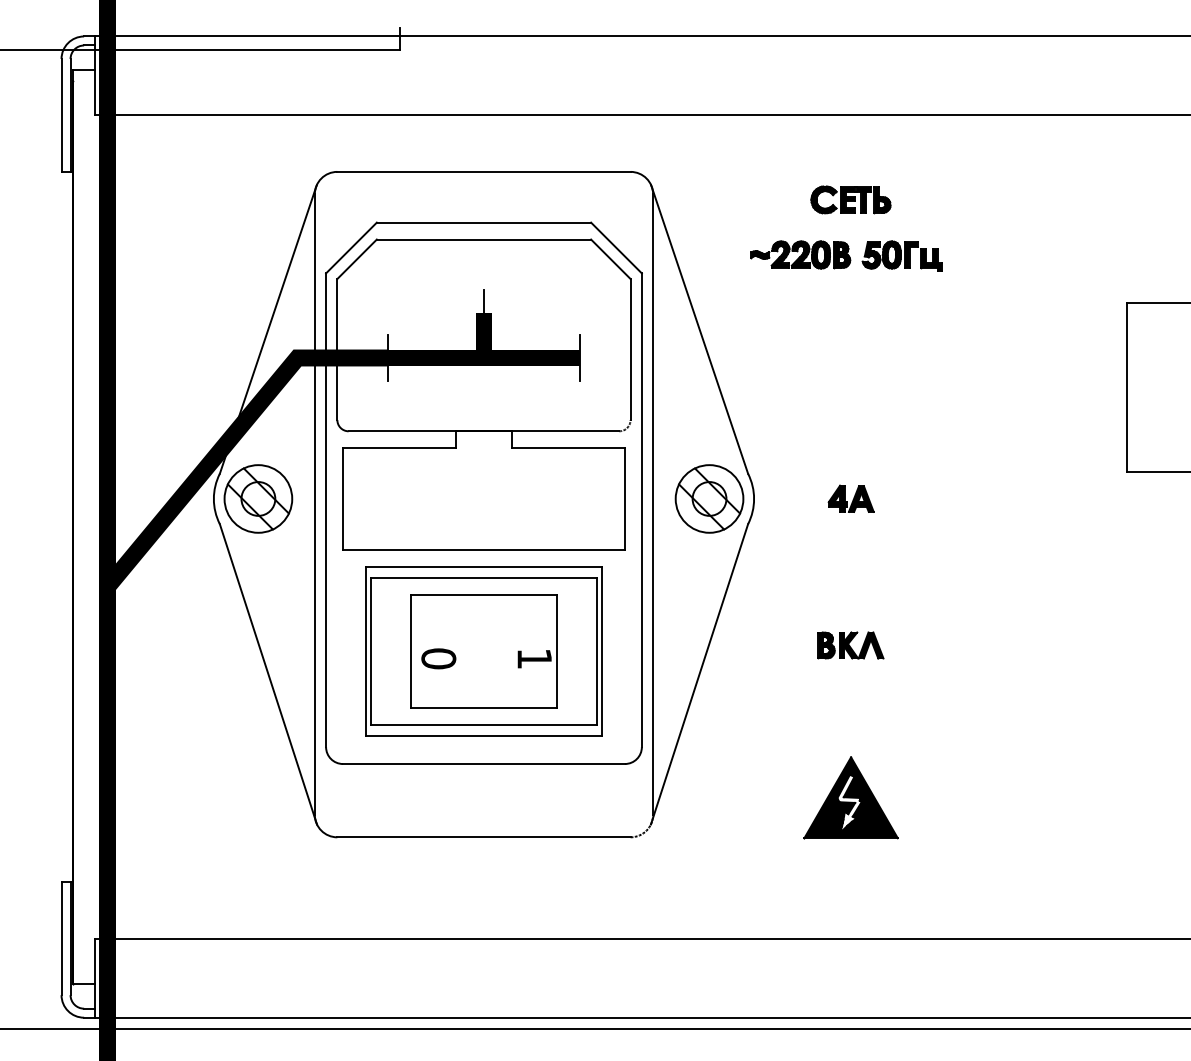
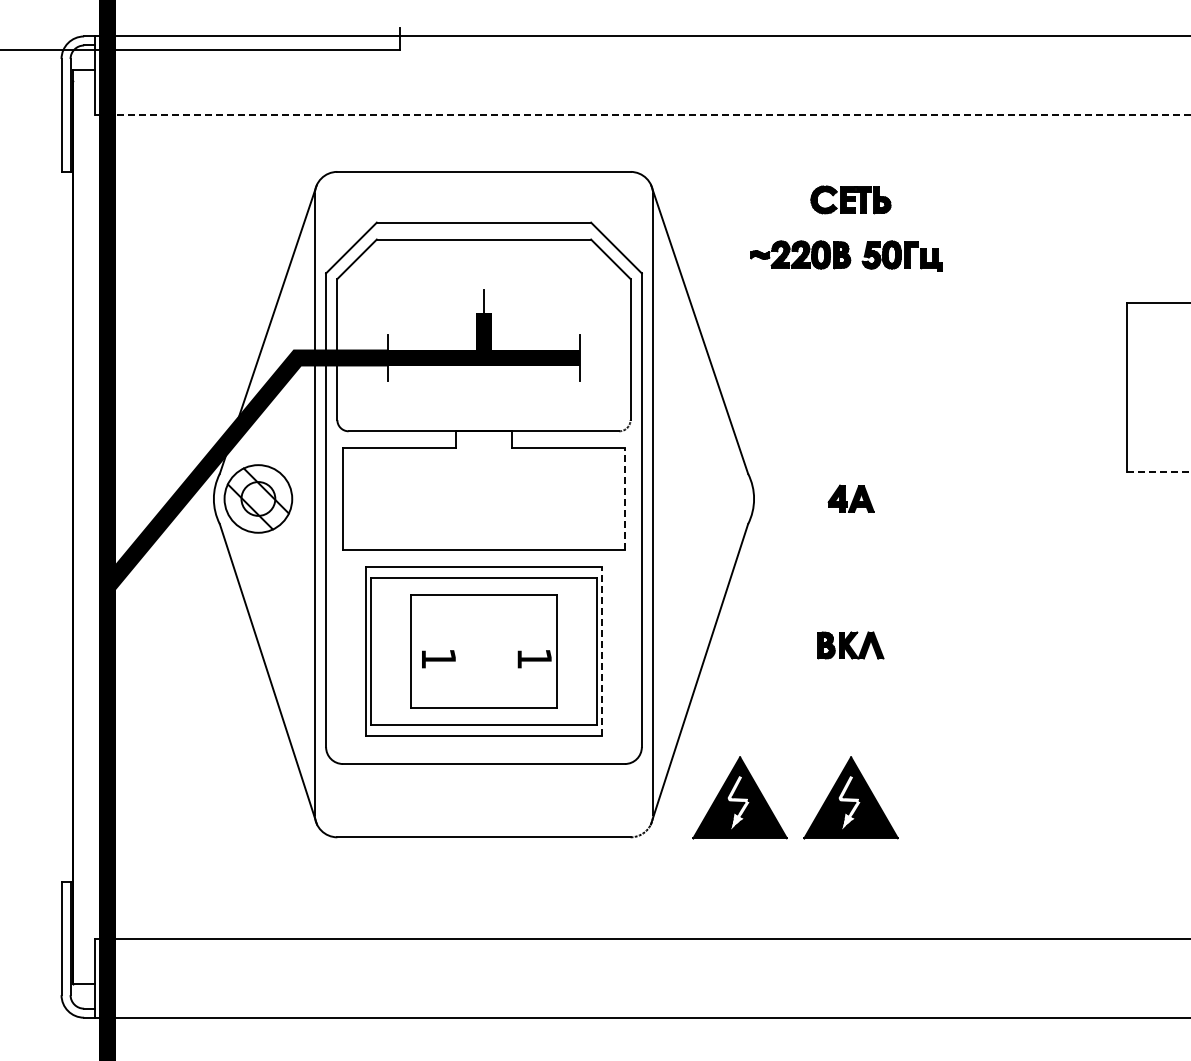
line at (643, 115): solid -> dashed
line at (1159, 472): solid -> dashed
line at (624, 498): solid -> dashed
part at (709, 498): present -> none
line at (602, 651): solid -> dashed
text at (438, 658): 0 -> 1
part at (739, 797): none -> present
line at (594, 1028): present -> none
